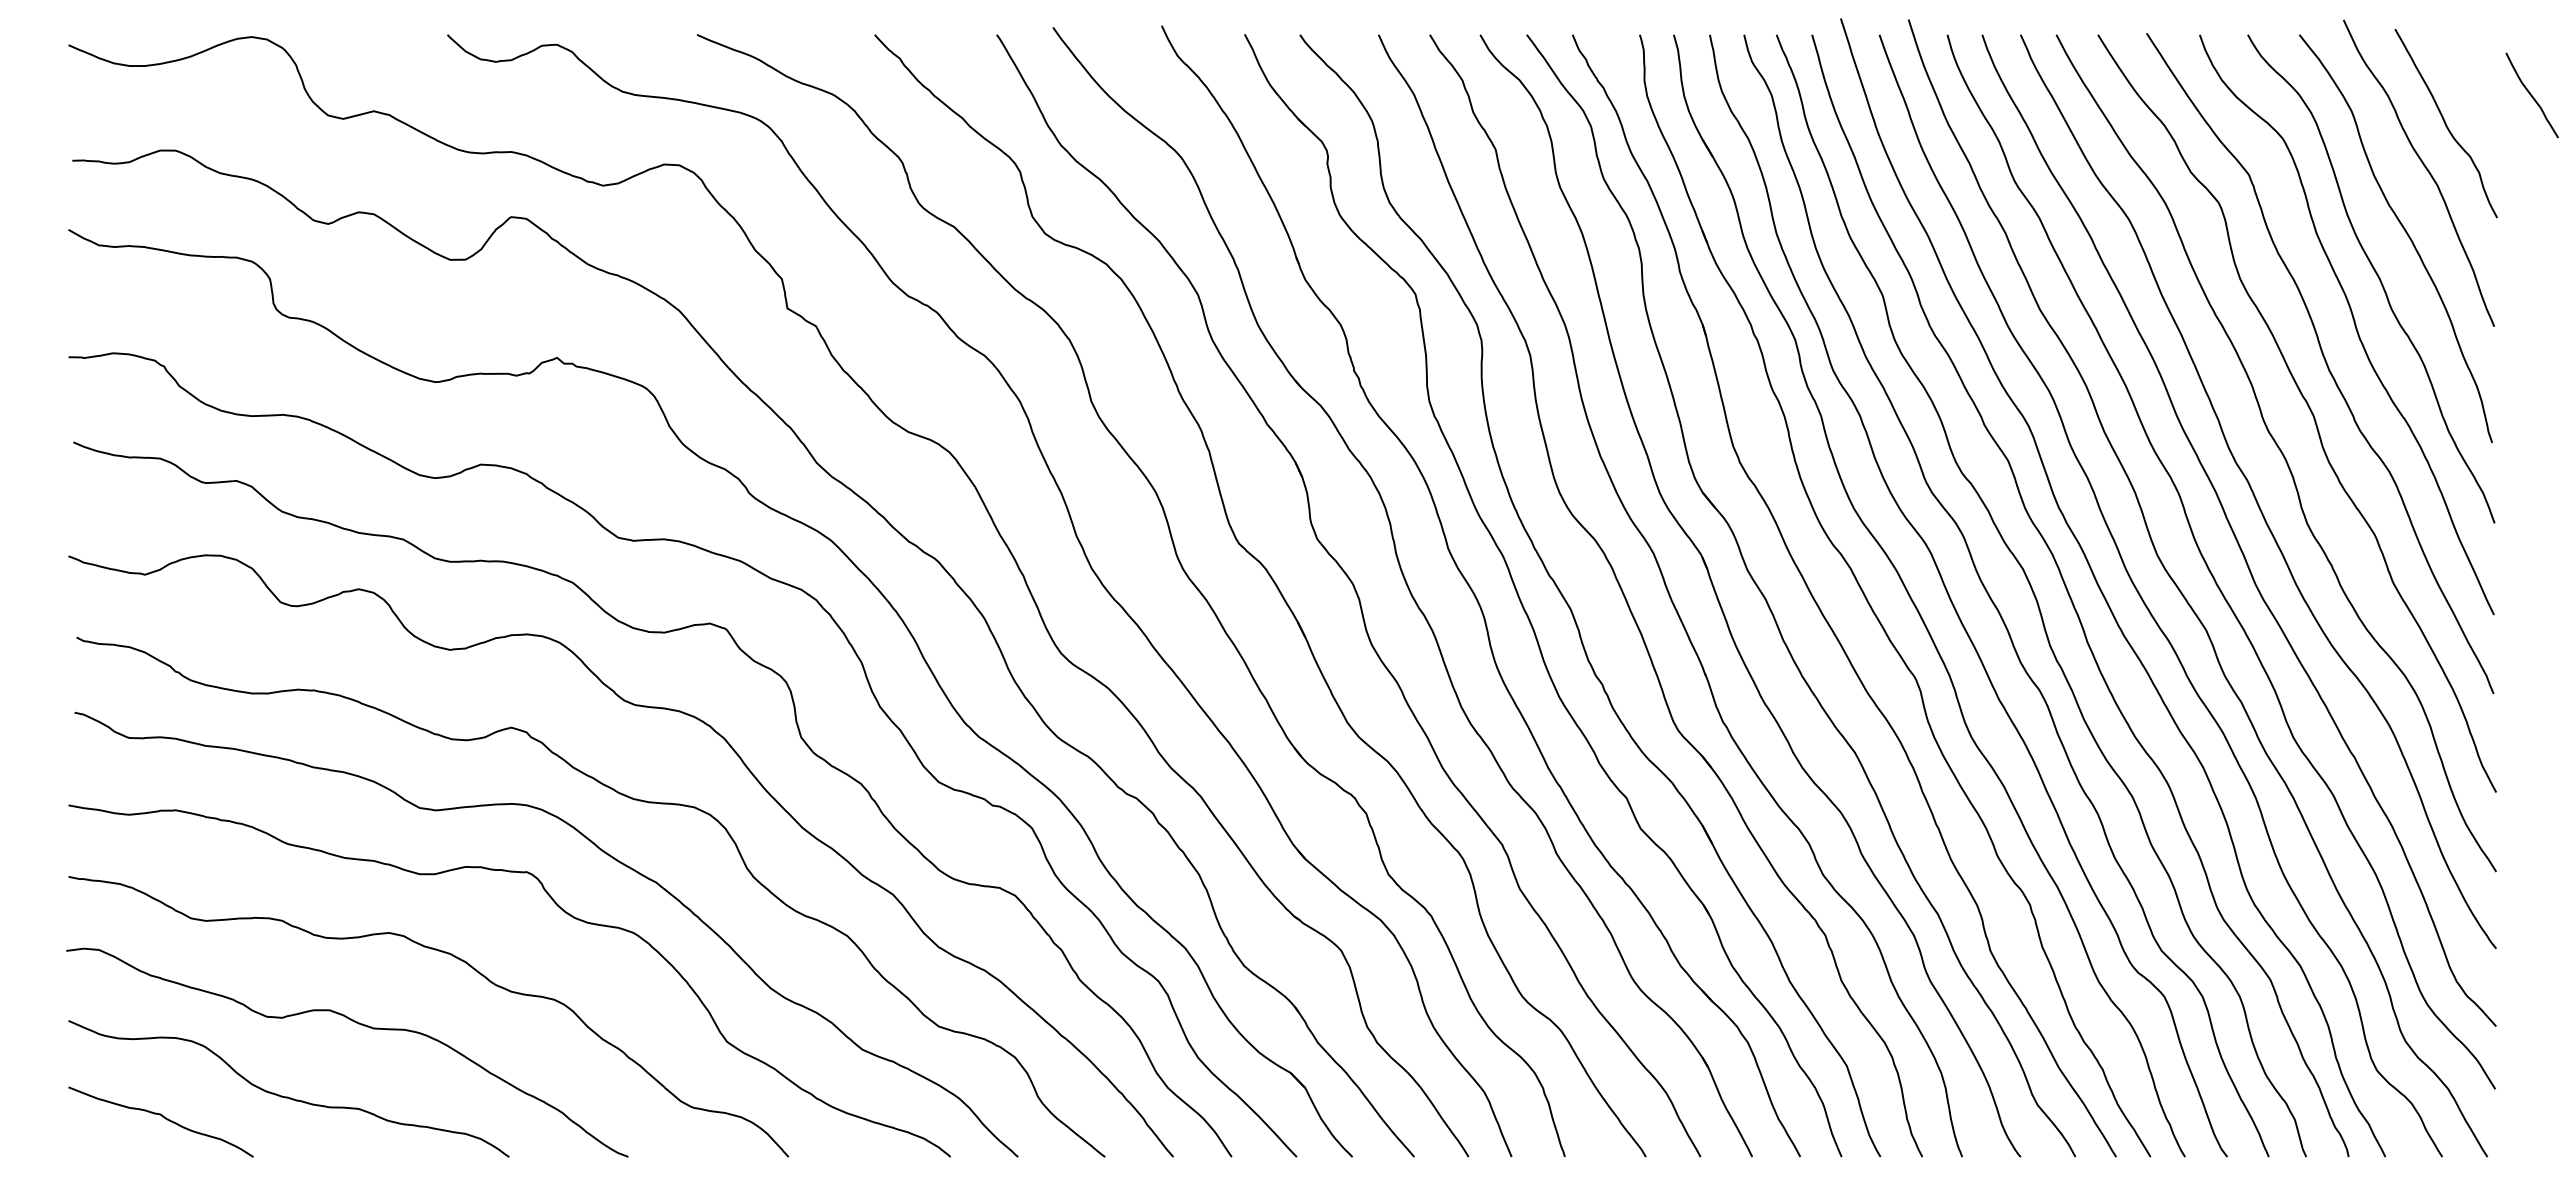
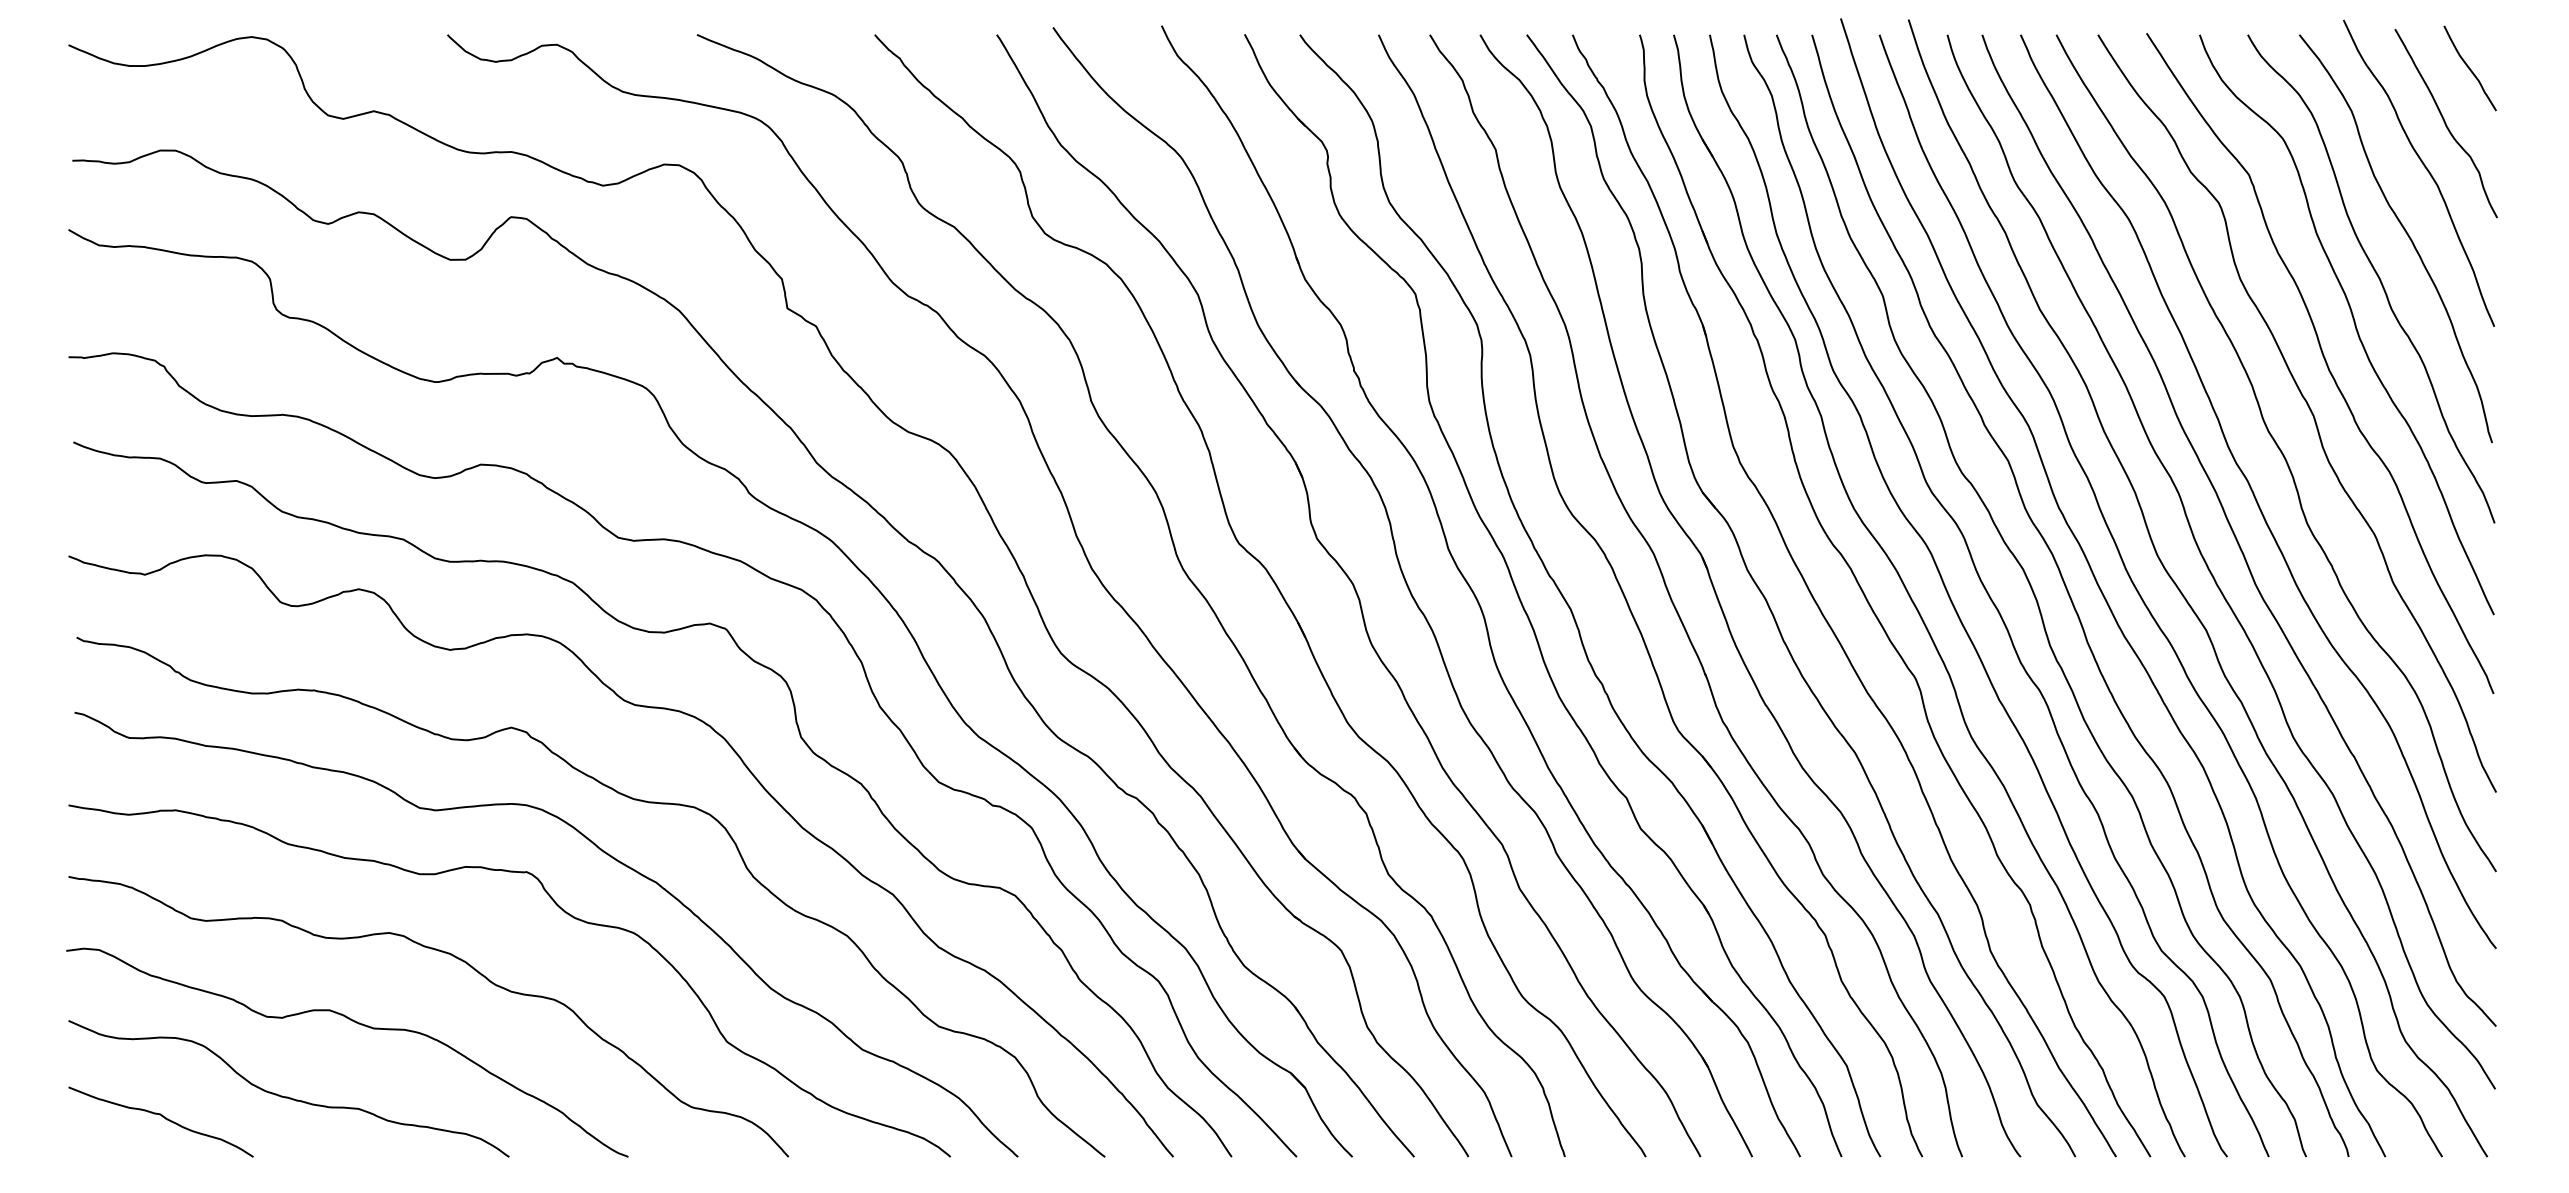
curve at (2531, 95) position: (2531, 95) -> (2469, 68)
